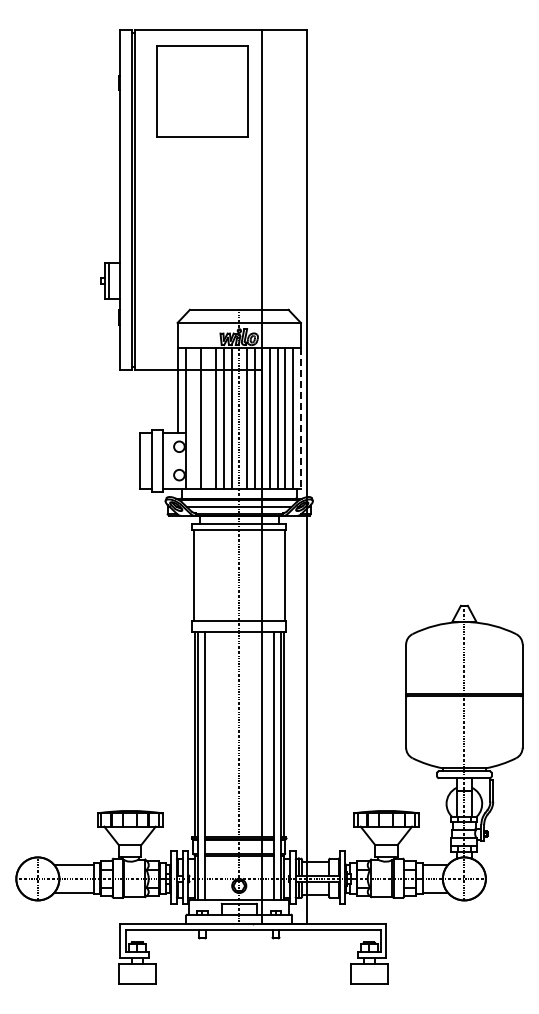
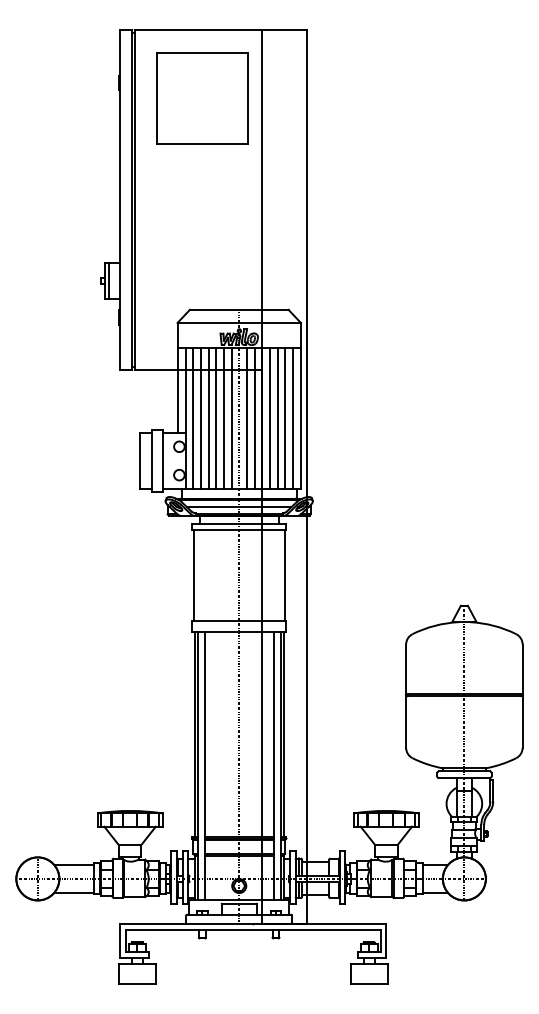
part at (202, 91) position: (202, 91) -> (202, 98)
line at (193, 418): none -> present
line at (208, 418): none -> present
line at (300, 418): dashed -> solid
